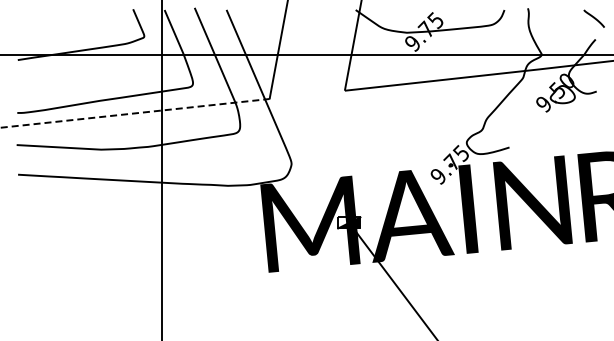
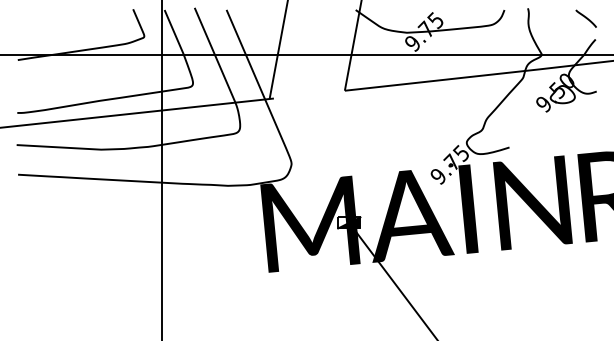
line at (593, 18) position: (593, 18) -> (585, 18)
line at (138, 113): dashed -> solid
